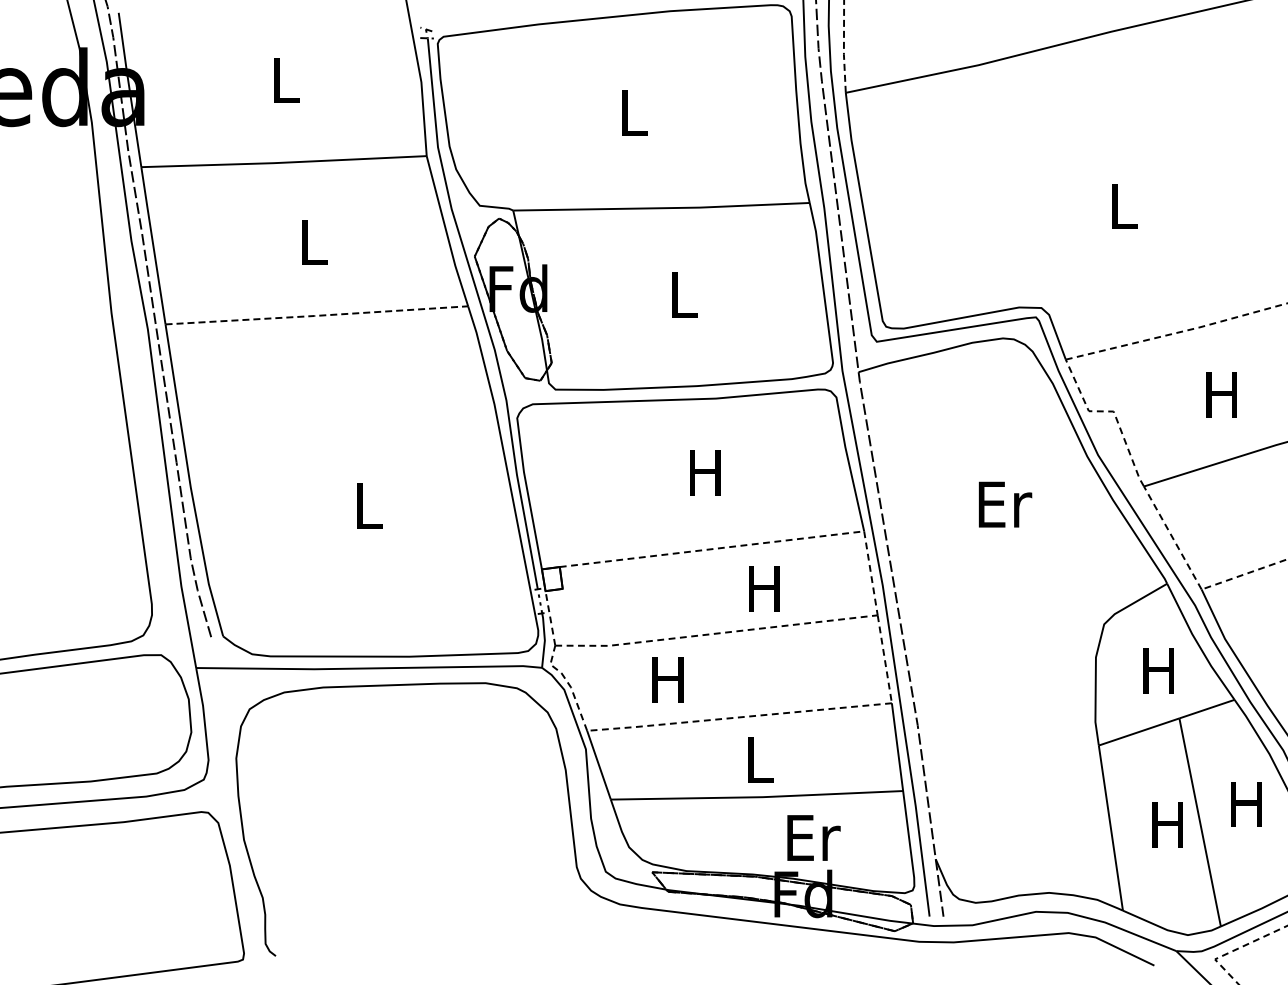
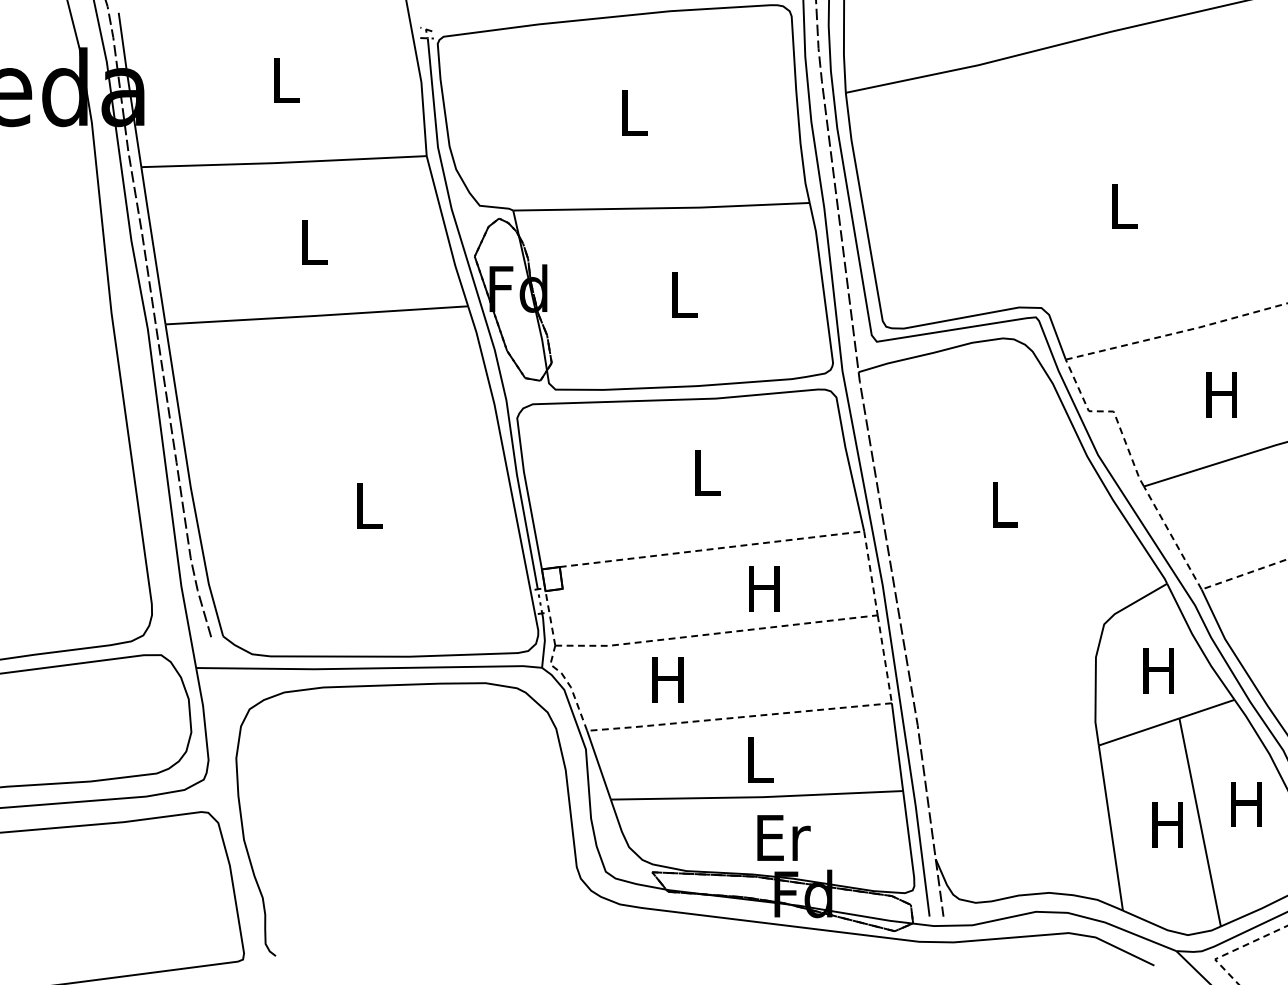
line at (843, 46): dashed -> solid
line at (316, 315): dashed -> solid
text at (705, 472): H -> L
text at (1005, 504): Er -> L
text at (813, 837) position: (813, 837) -> (783, 837)
